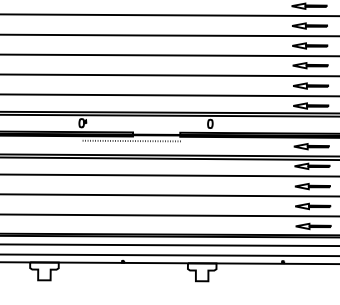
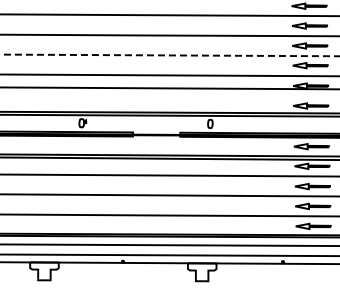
line at (169, 55): solid -> dashed
line at (169, 95) position: (169, 95) -> (169, 88)
line at (130, 140): present -> none
